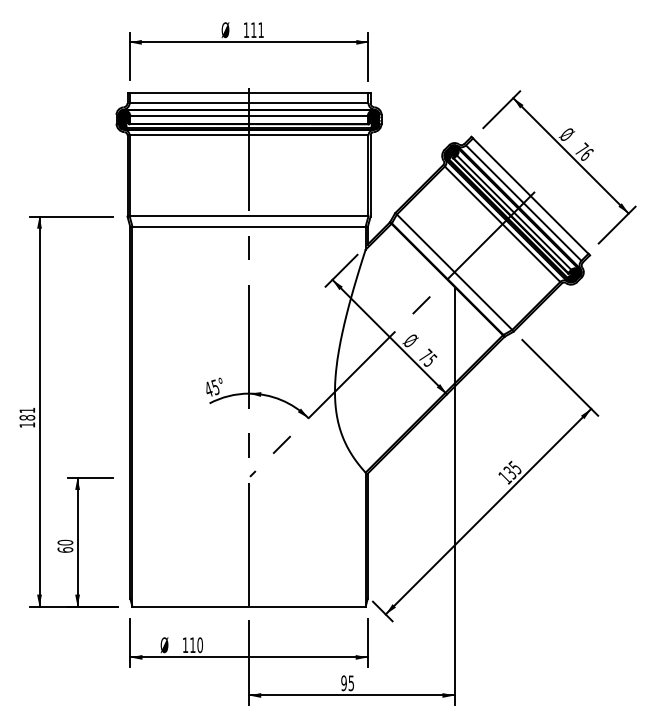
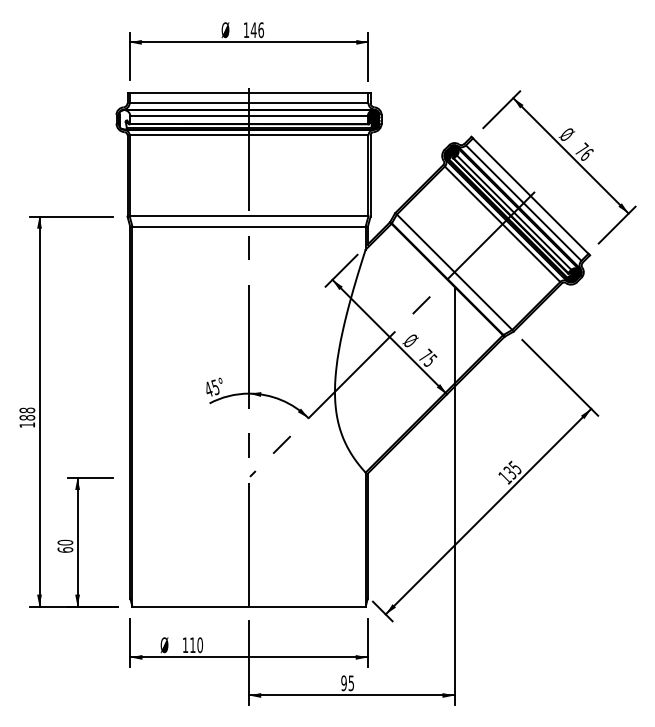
text at (256, 30): 111 -> 146
fill at (124, 119): present -> none
text at (27, 410): 181 -> 188
